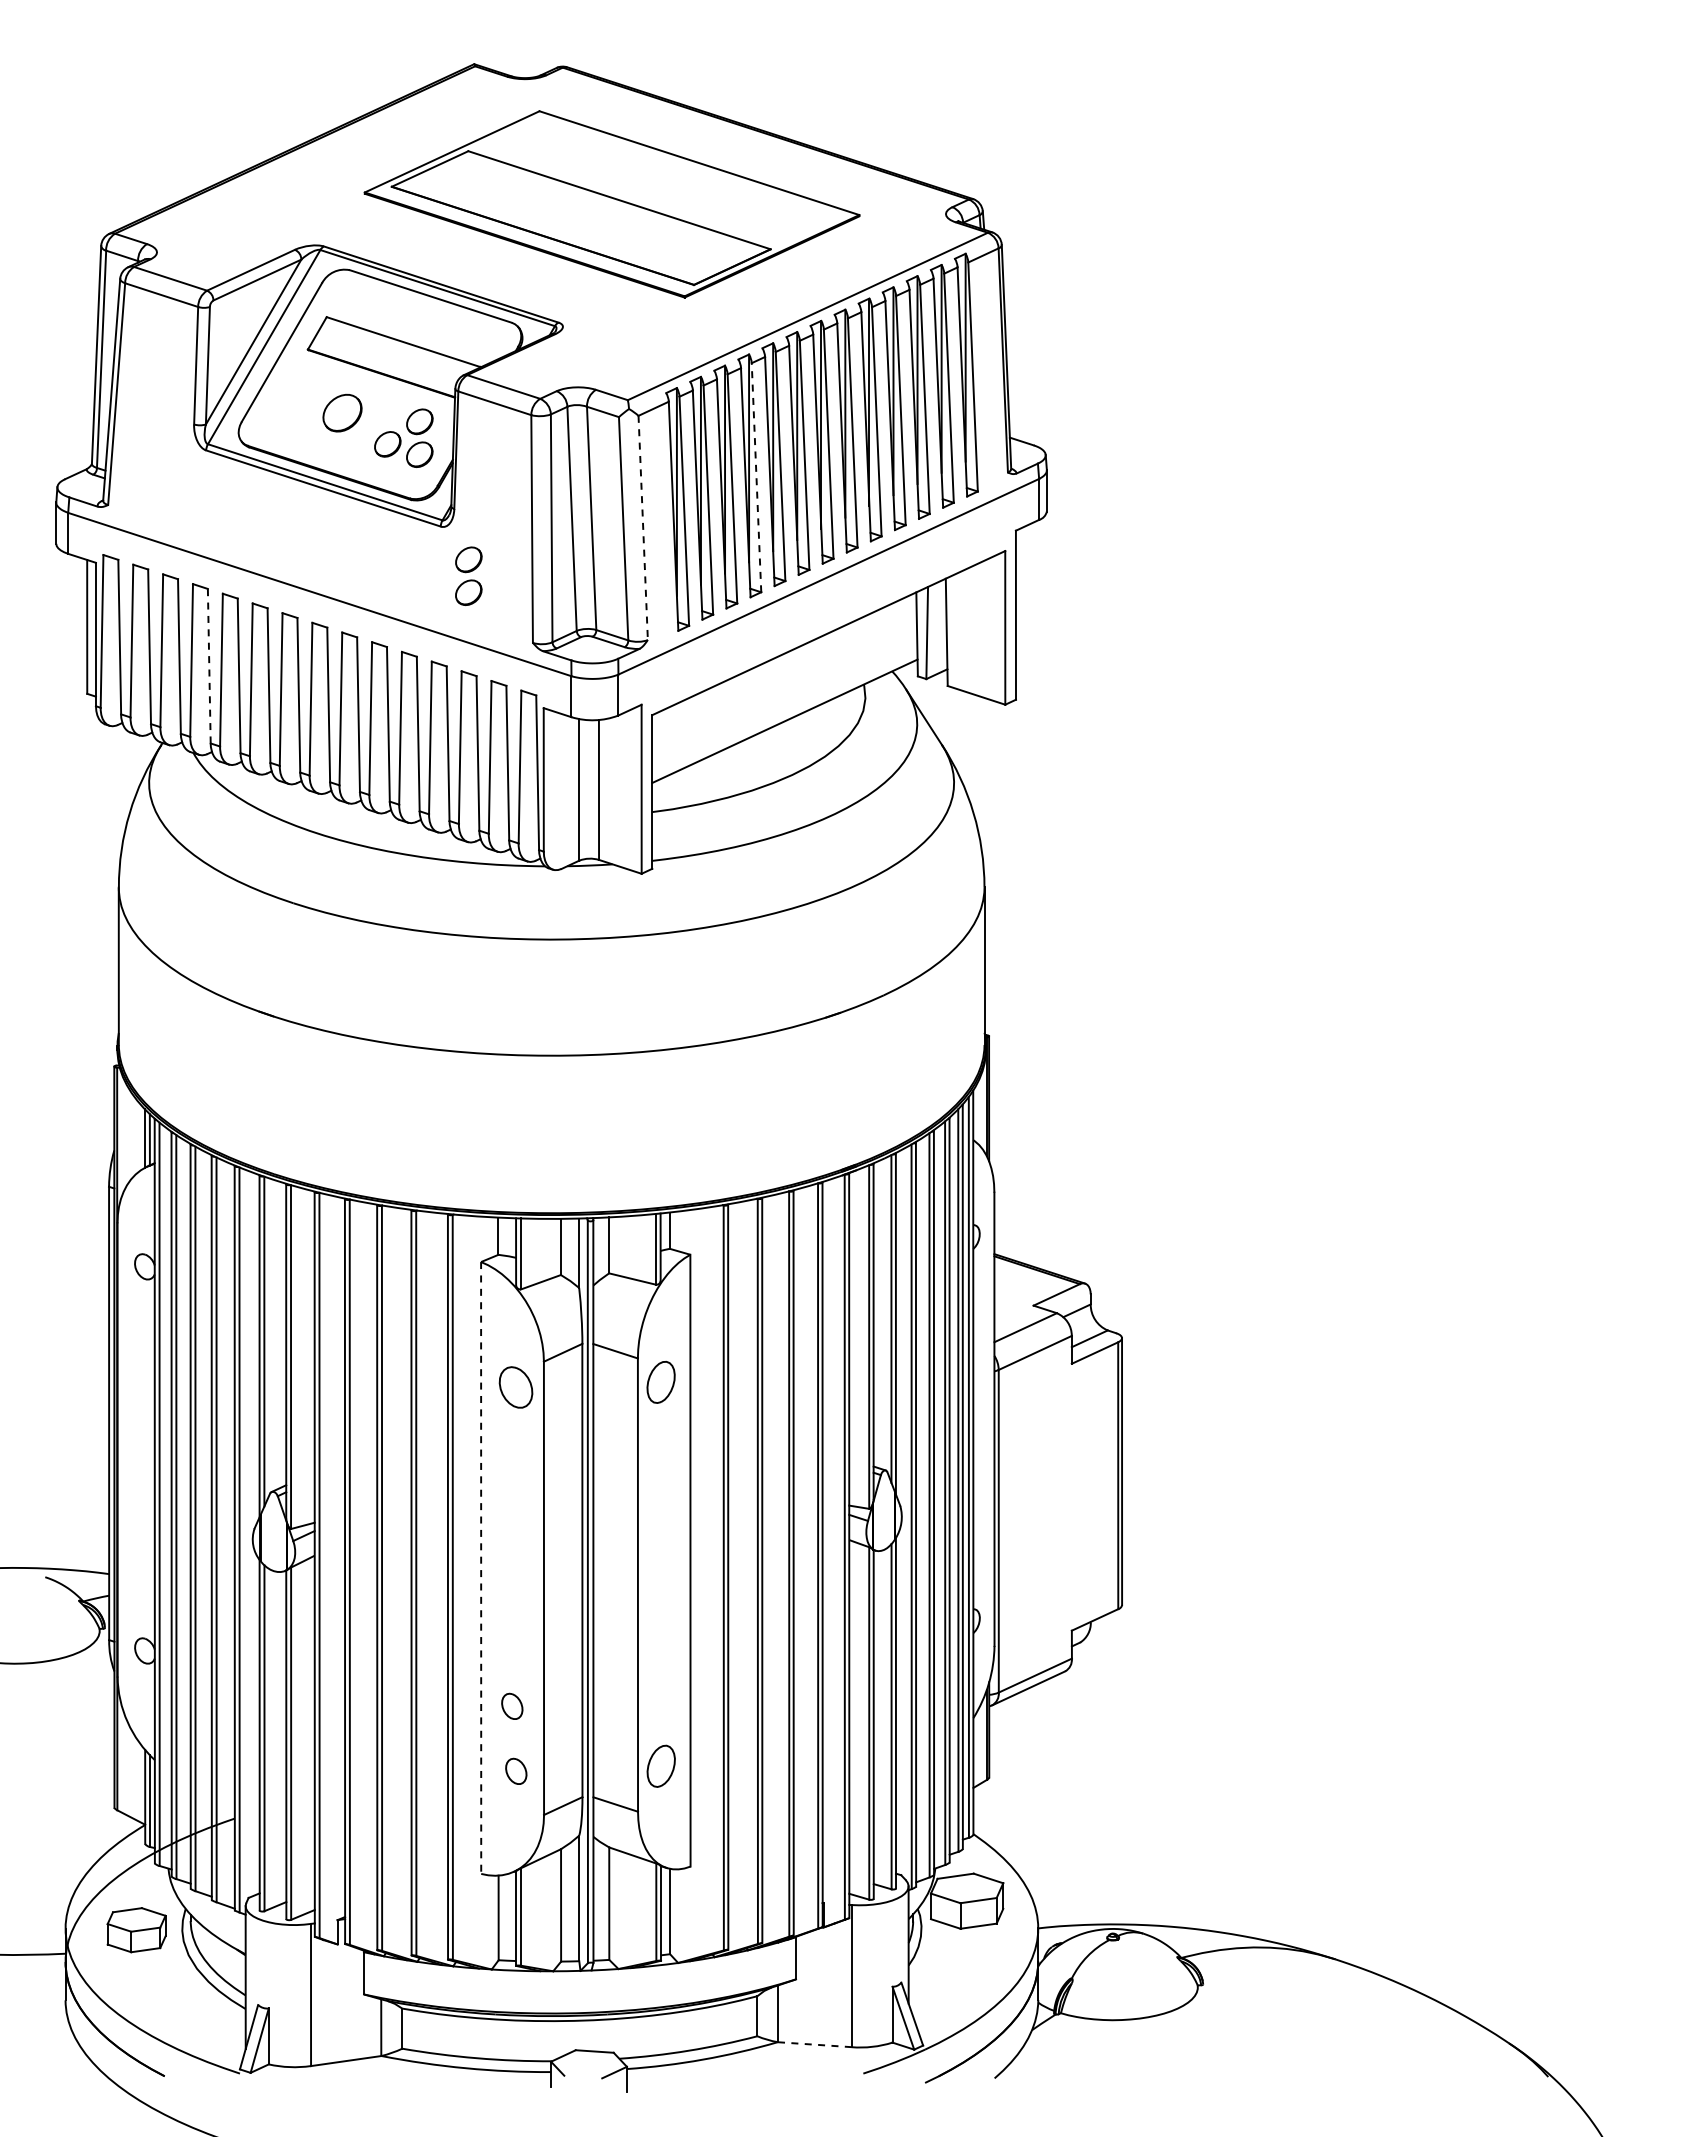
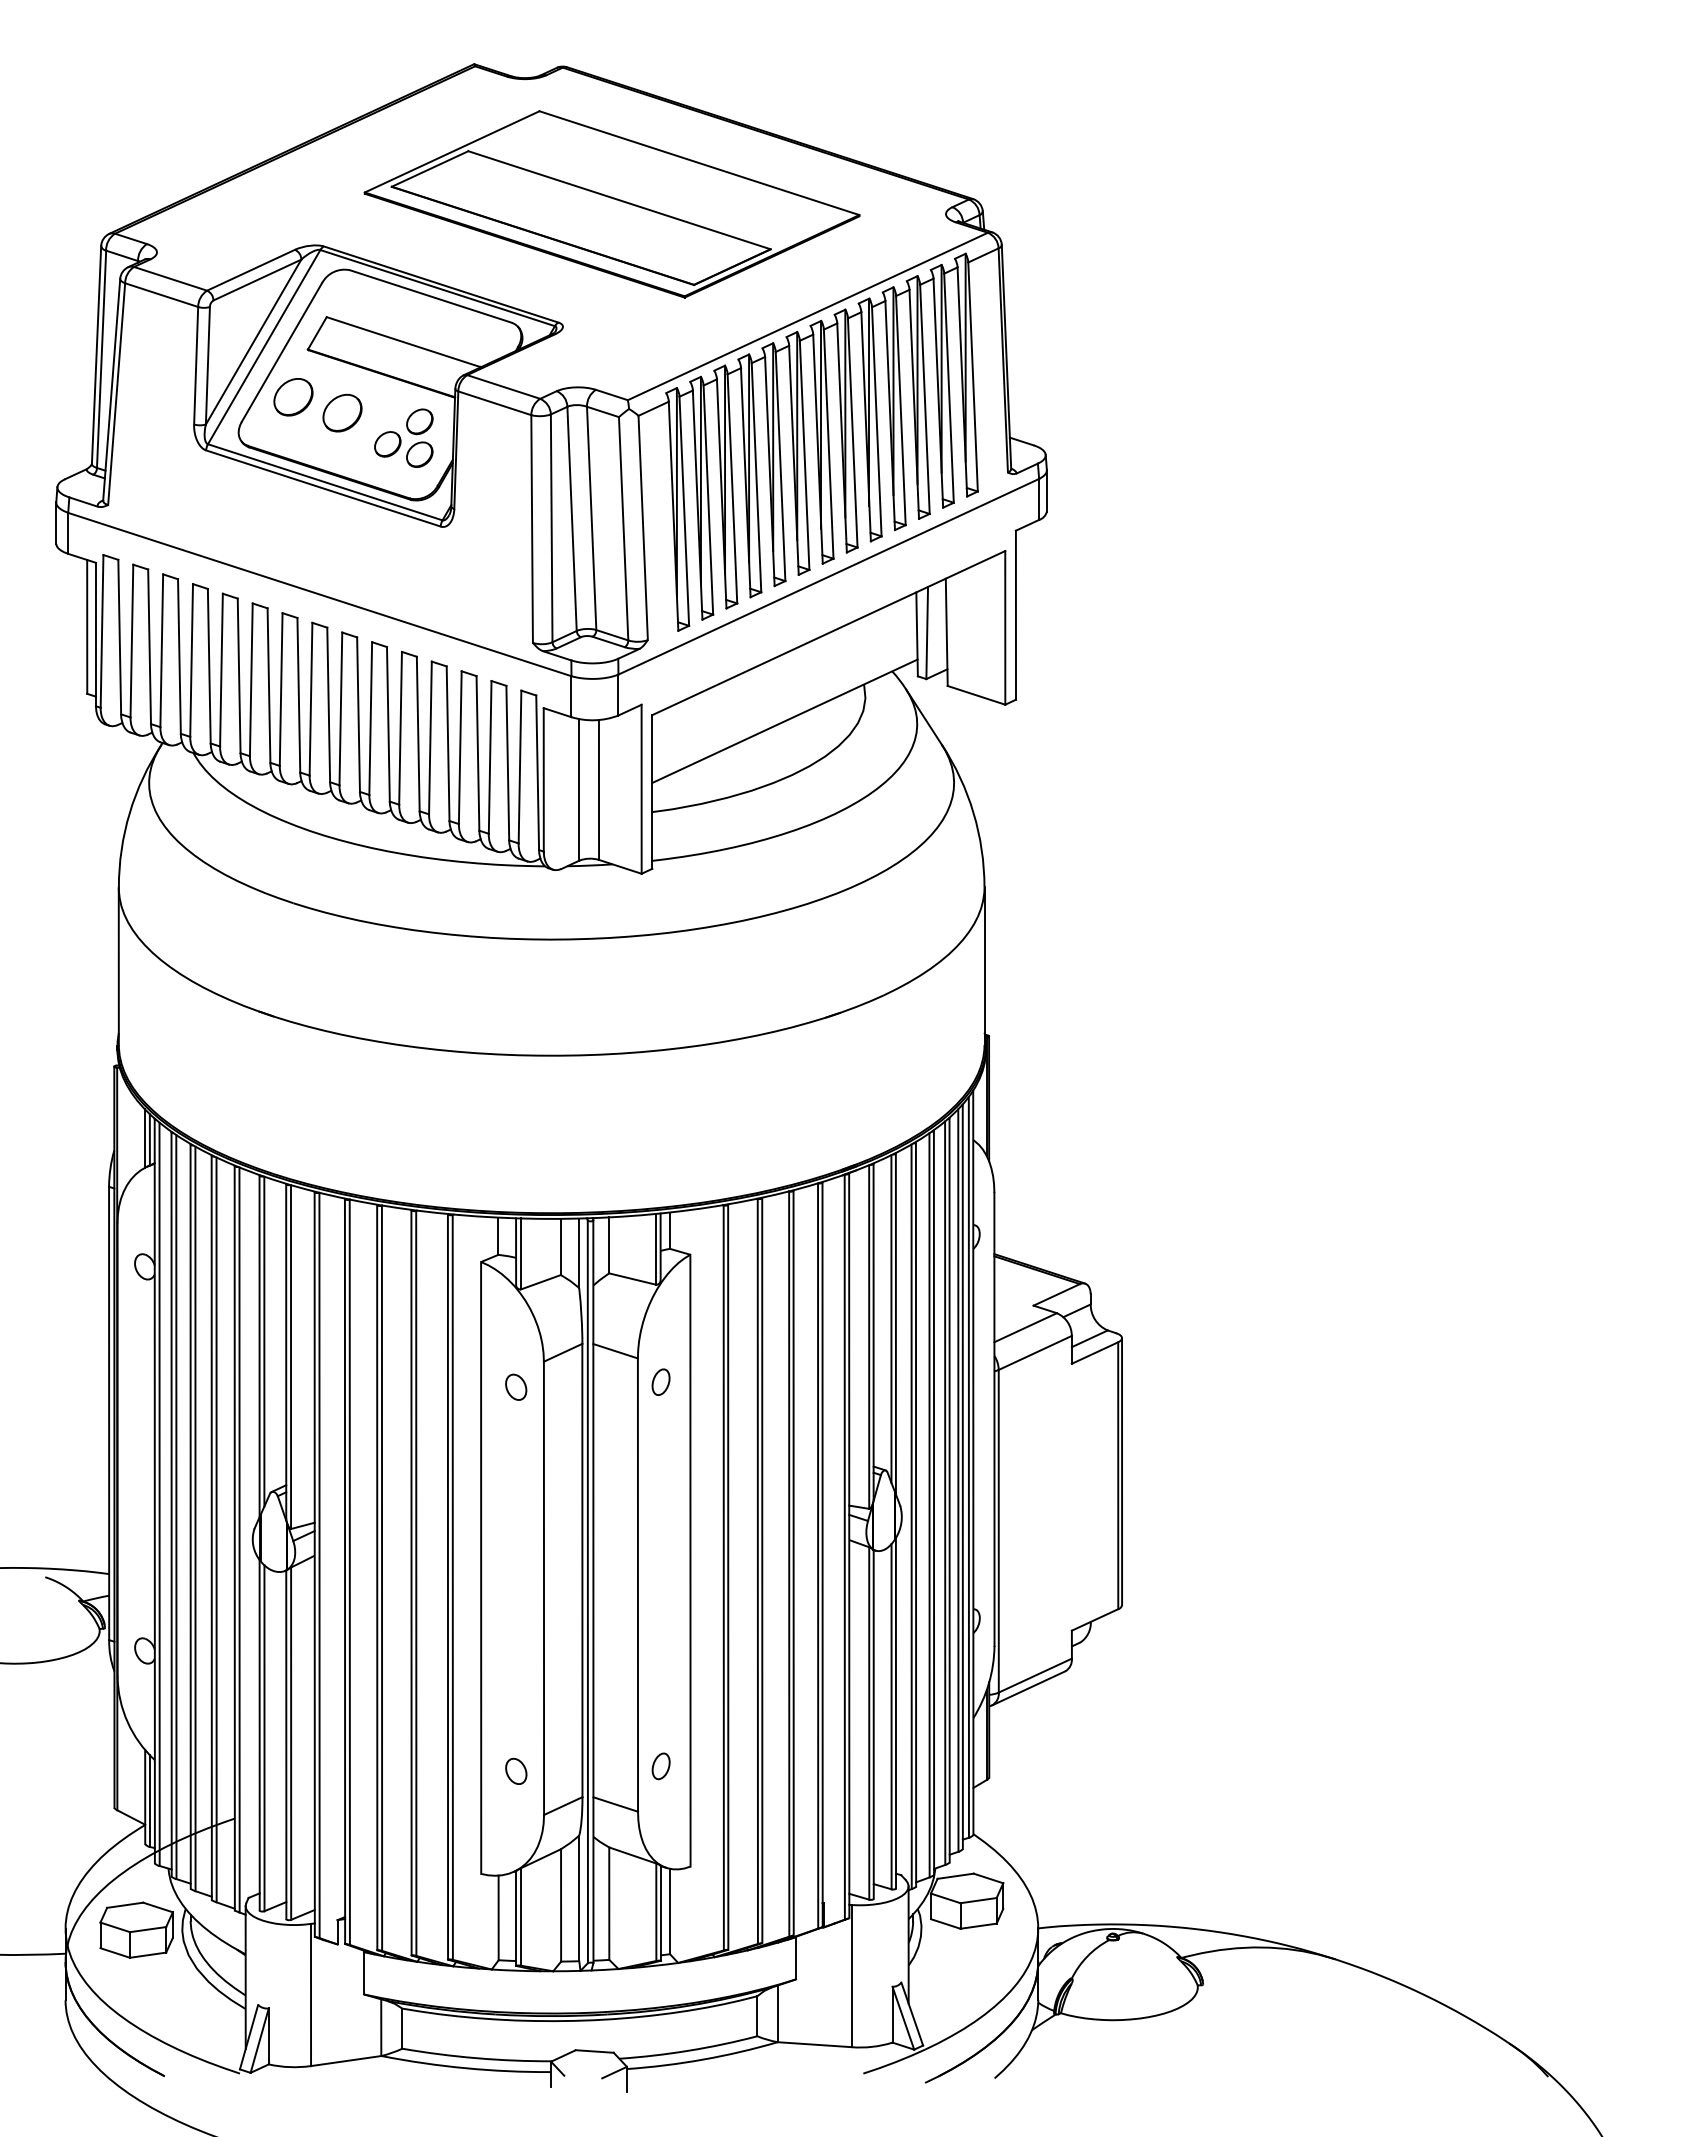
part at (293, 397): none -> present
line at (756, 477): dashed -> solid
line at (643, 528): dashed -> solid
part at (468, 575): present -> none
line at (209, 665): dashed -> solid
part at (660, 1381) size: 30x44 px -> 20x28 px
part at (515, 1387) size: 36x43 px -> 23x28 px
line at (481, 1567): dashed -> solid
part at (512, 1705): present -> none
part at (660, 1765) size: 30x44 px -> 20x29 px
part at (136, 1930) size: 61x47 px -> 75x58 px
line at (814, 2044): dashed -> solid
